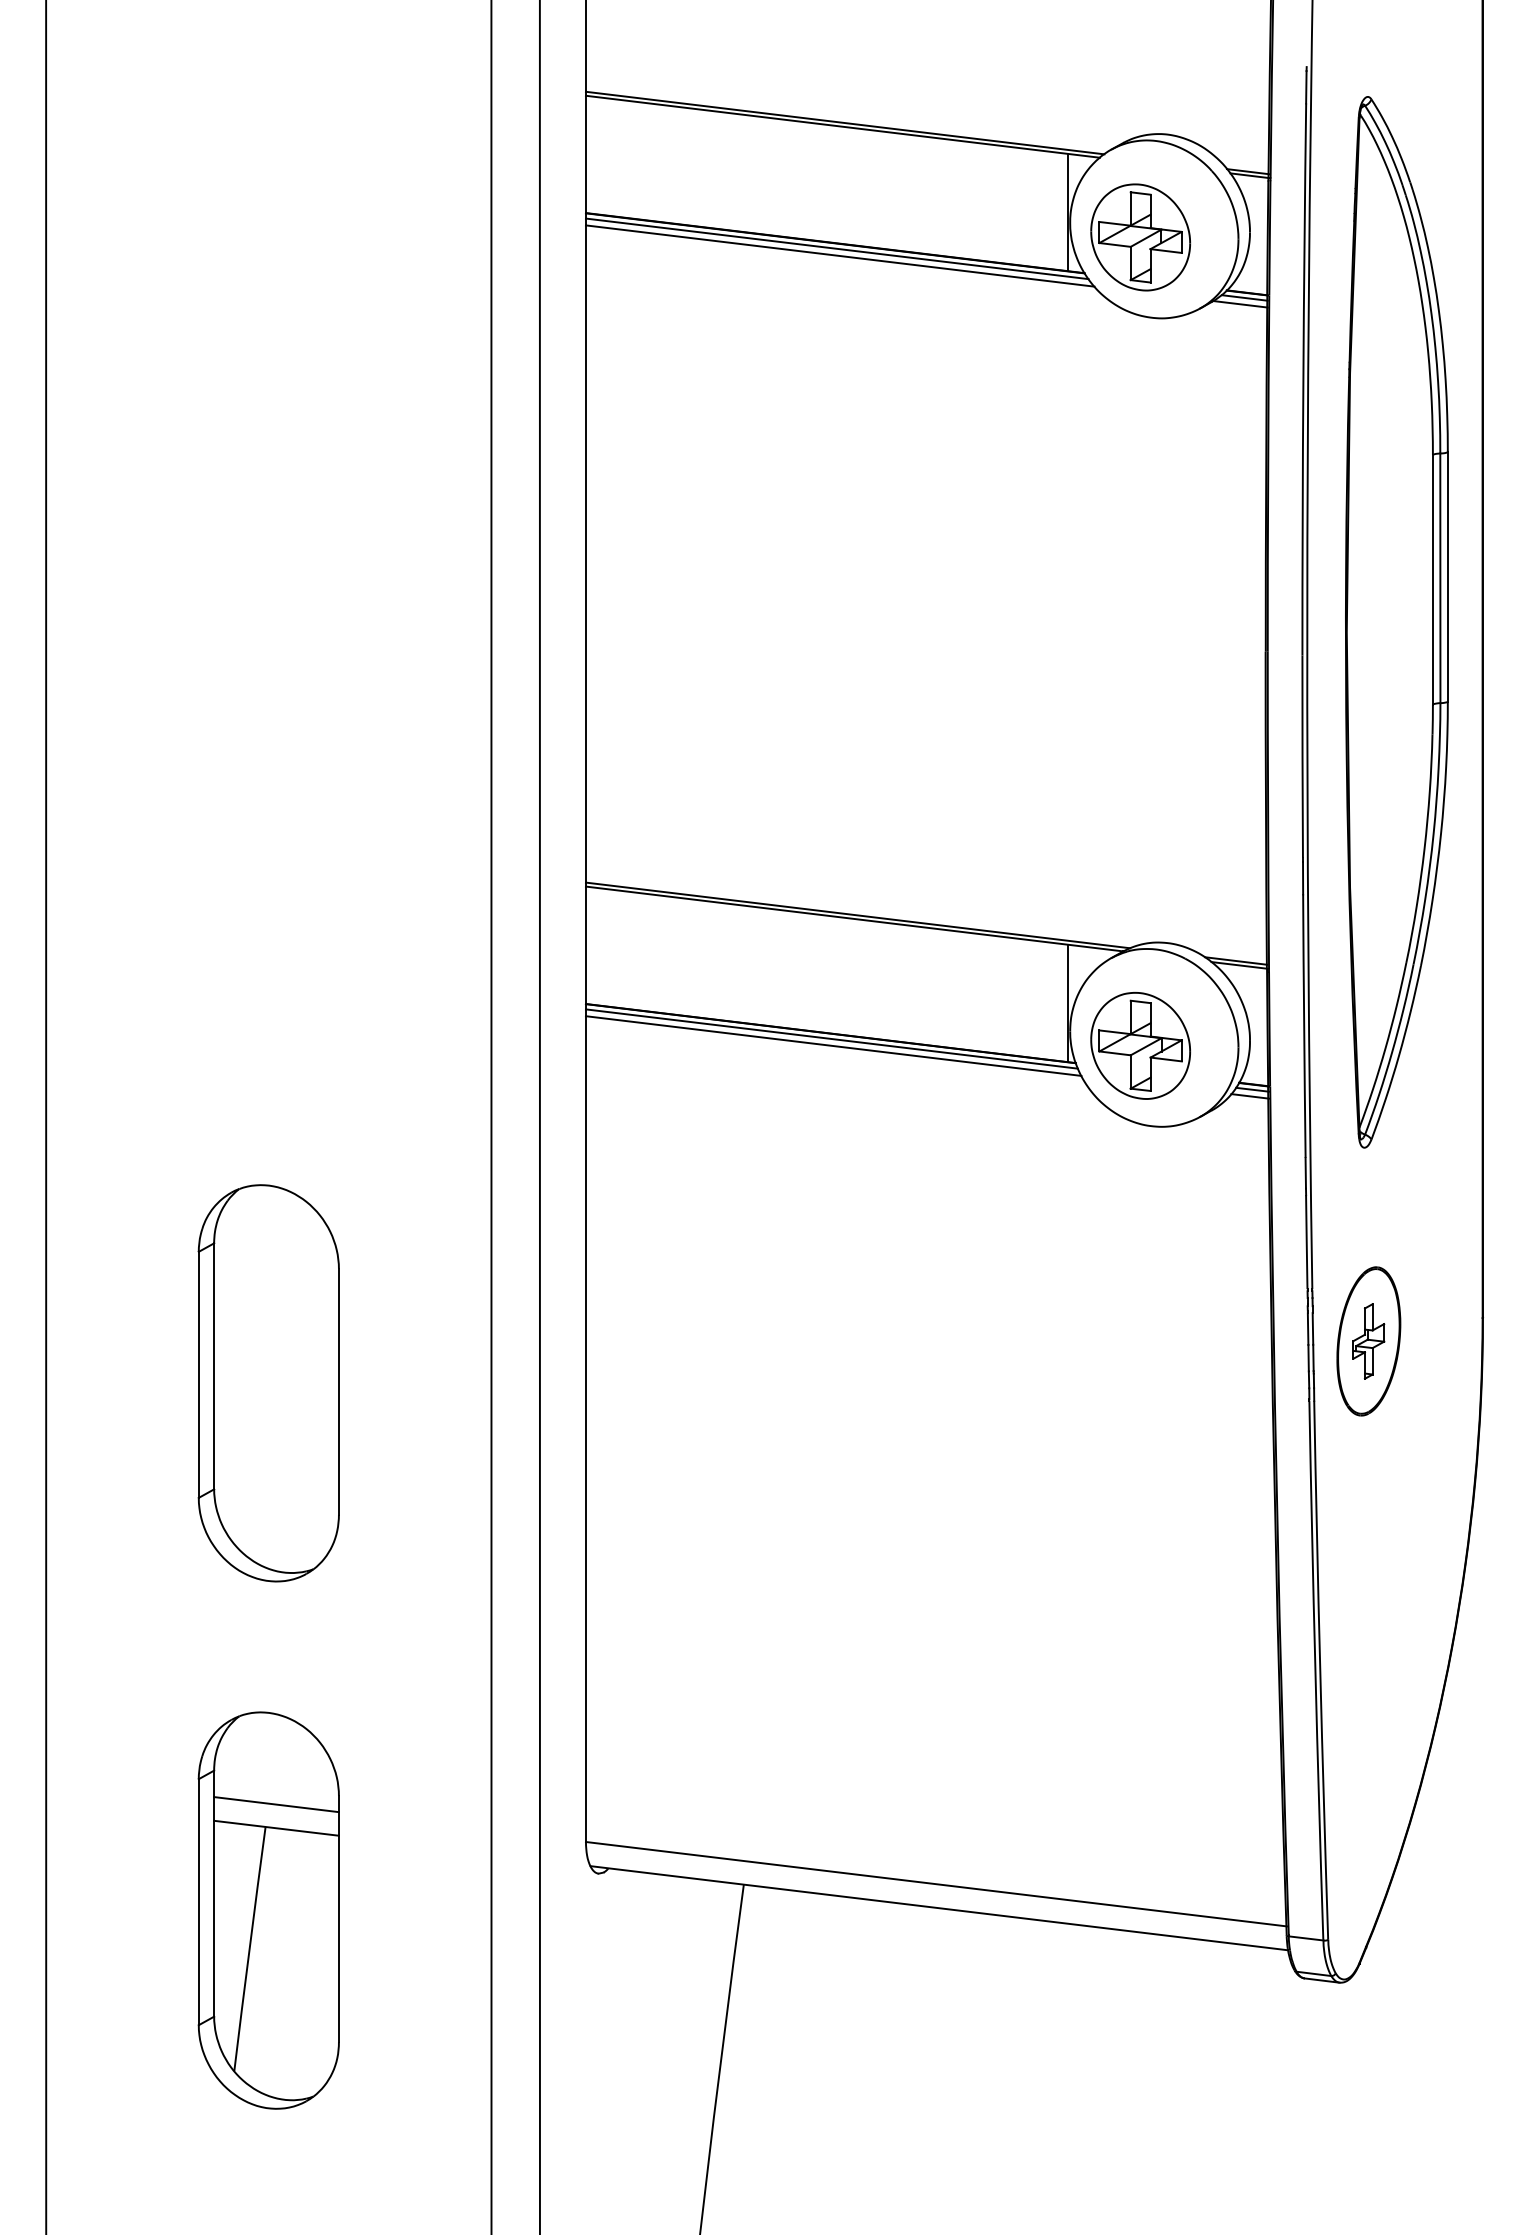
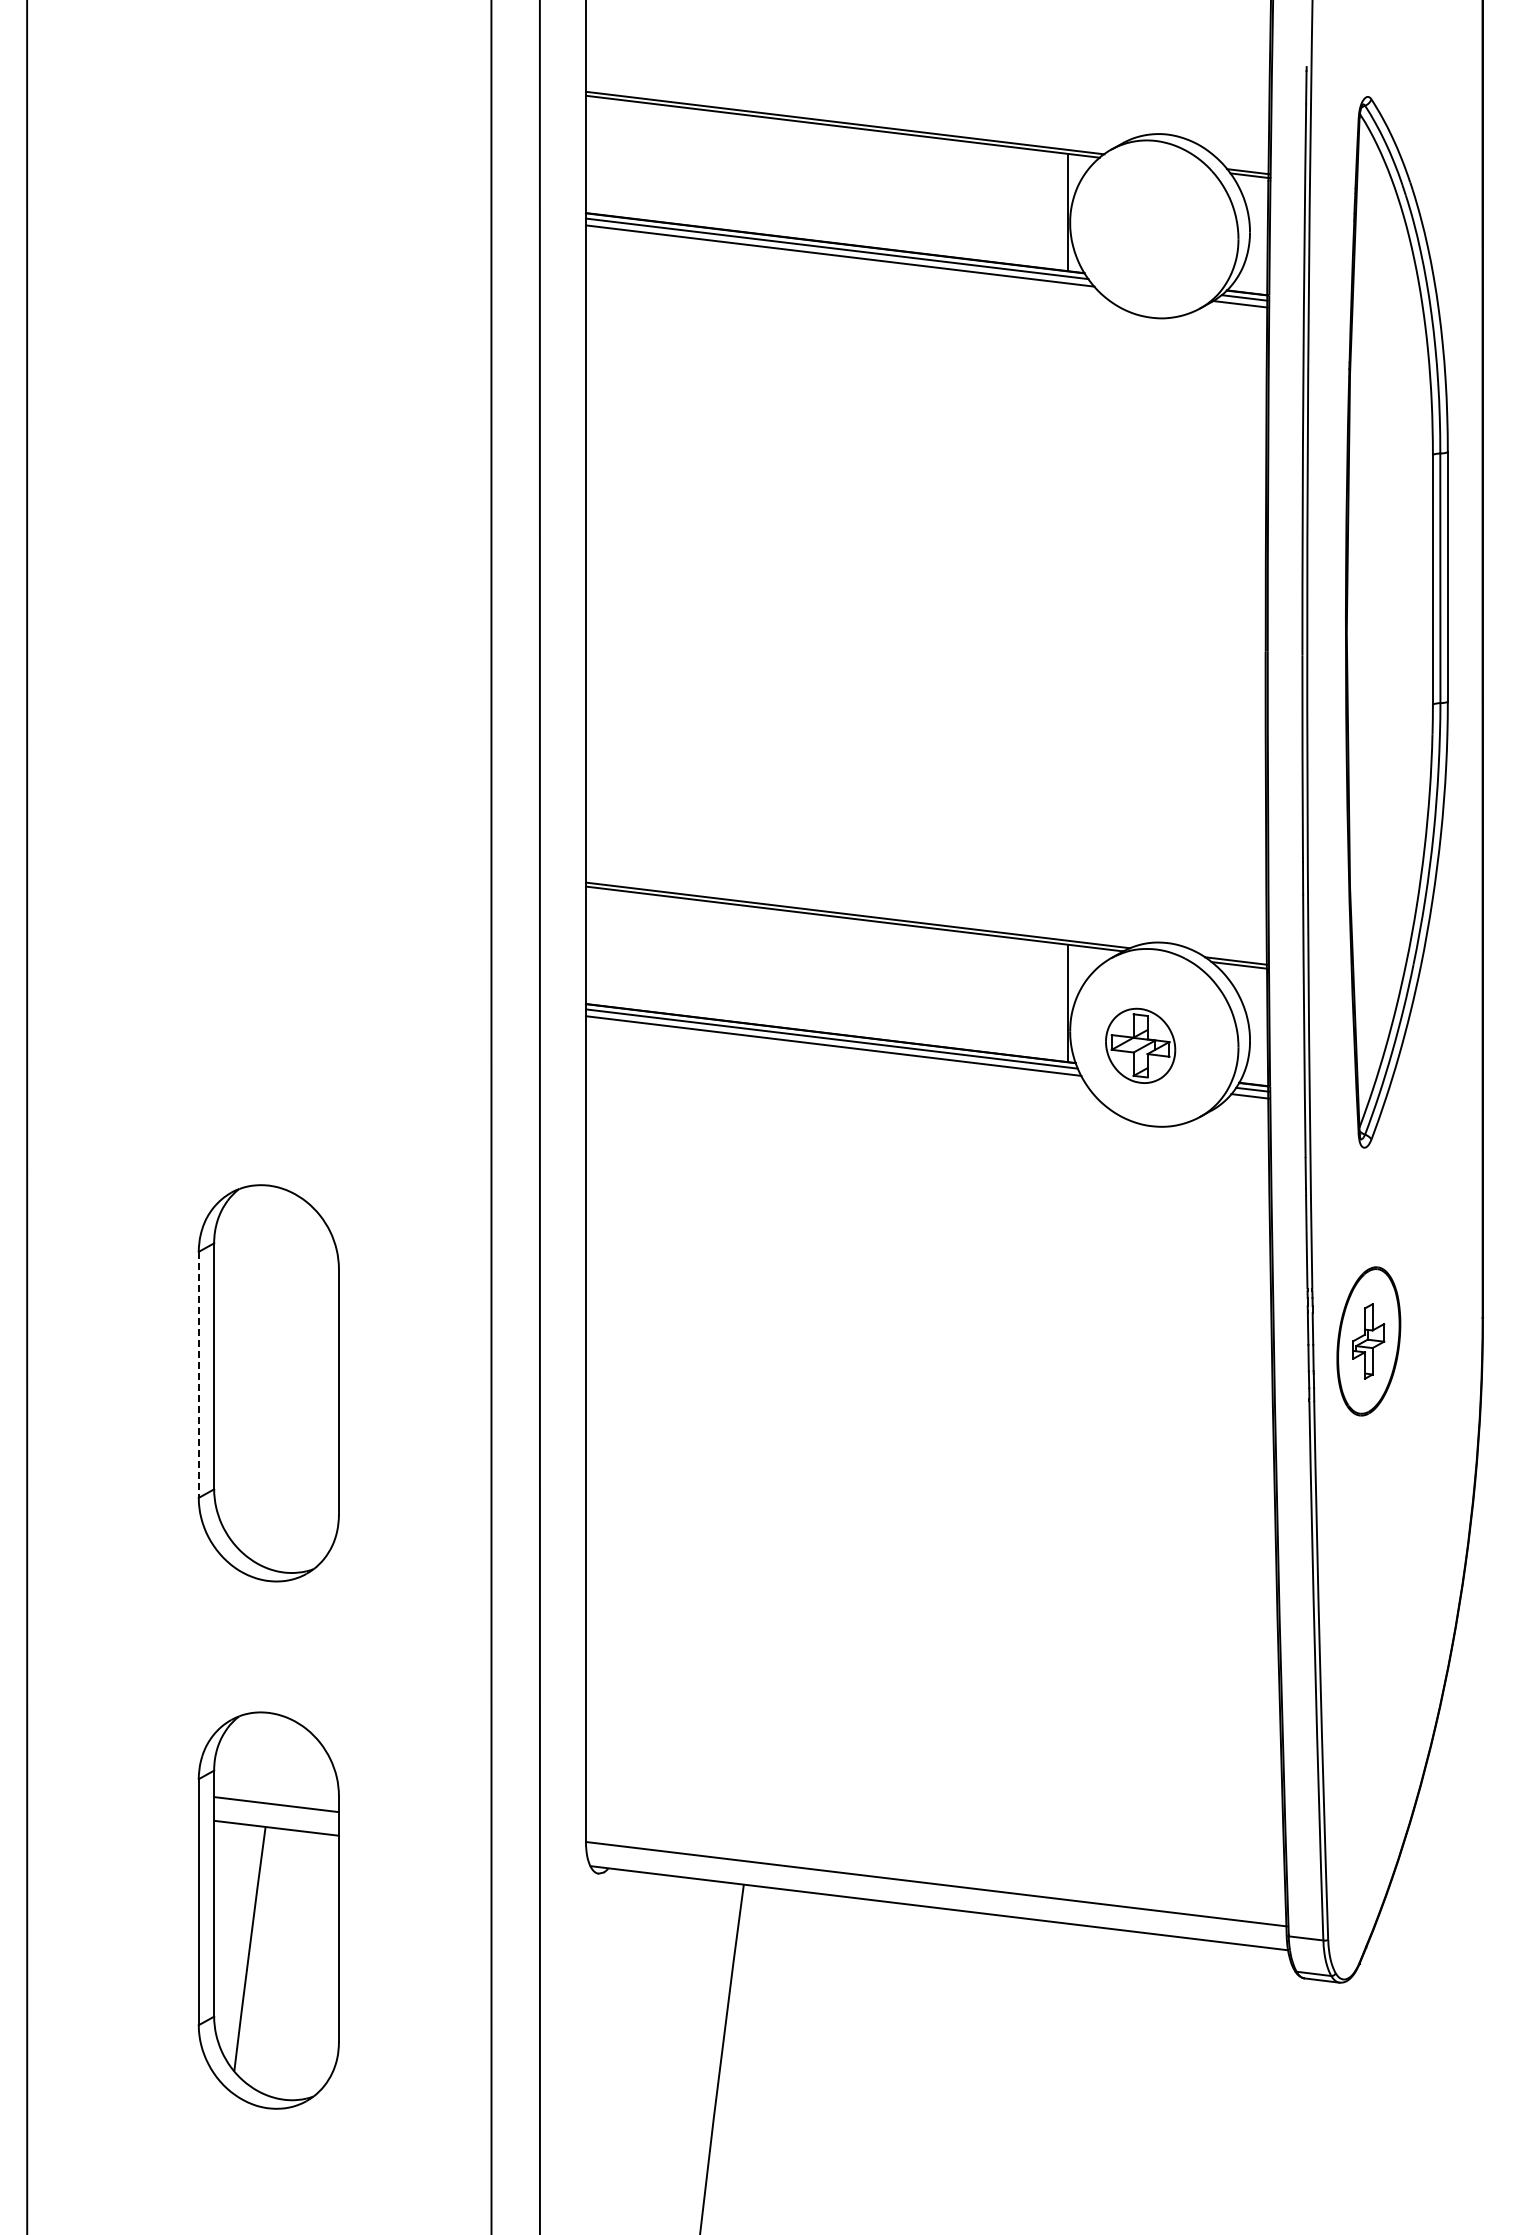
part at (1140, 237): present -> none
part at (1140, 1045) size: 101x108 px -> 72x77 px
line at (46, 1116) position: (46, 1116) -> (27, 1116)
line at (198, 1375): solid -> dashed
